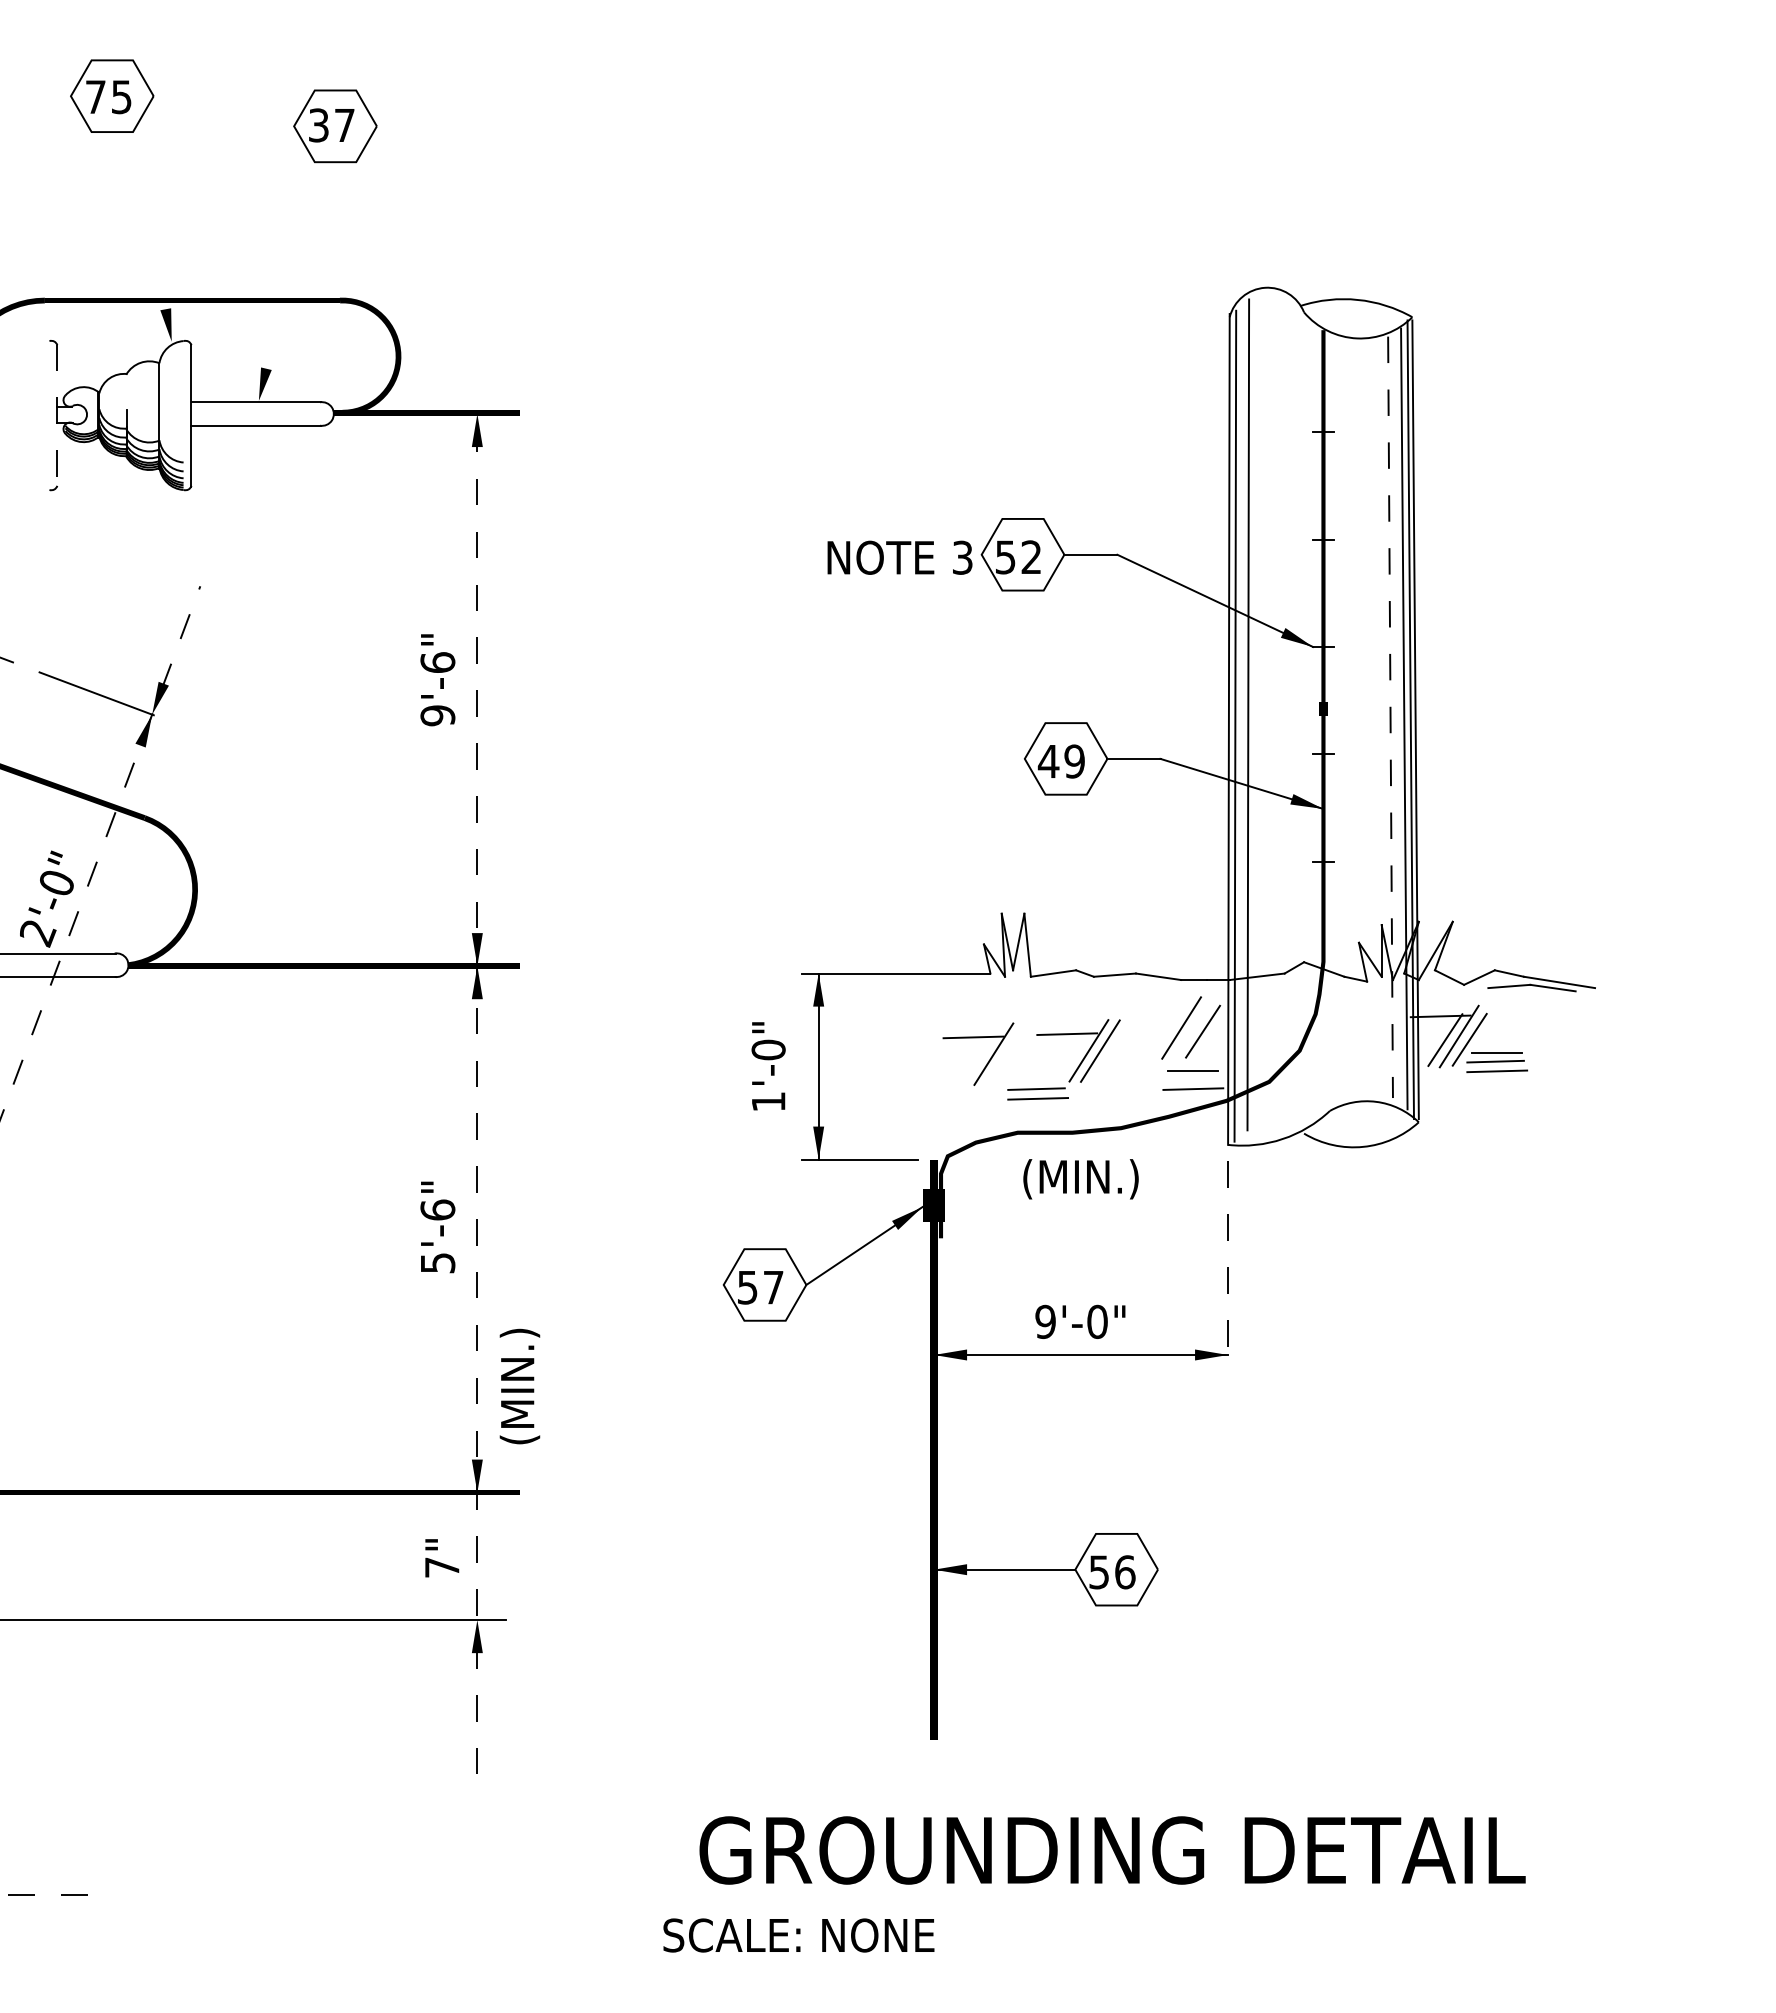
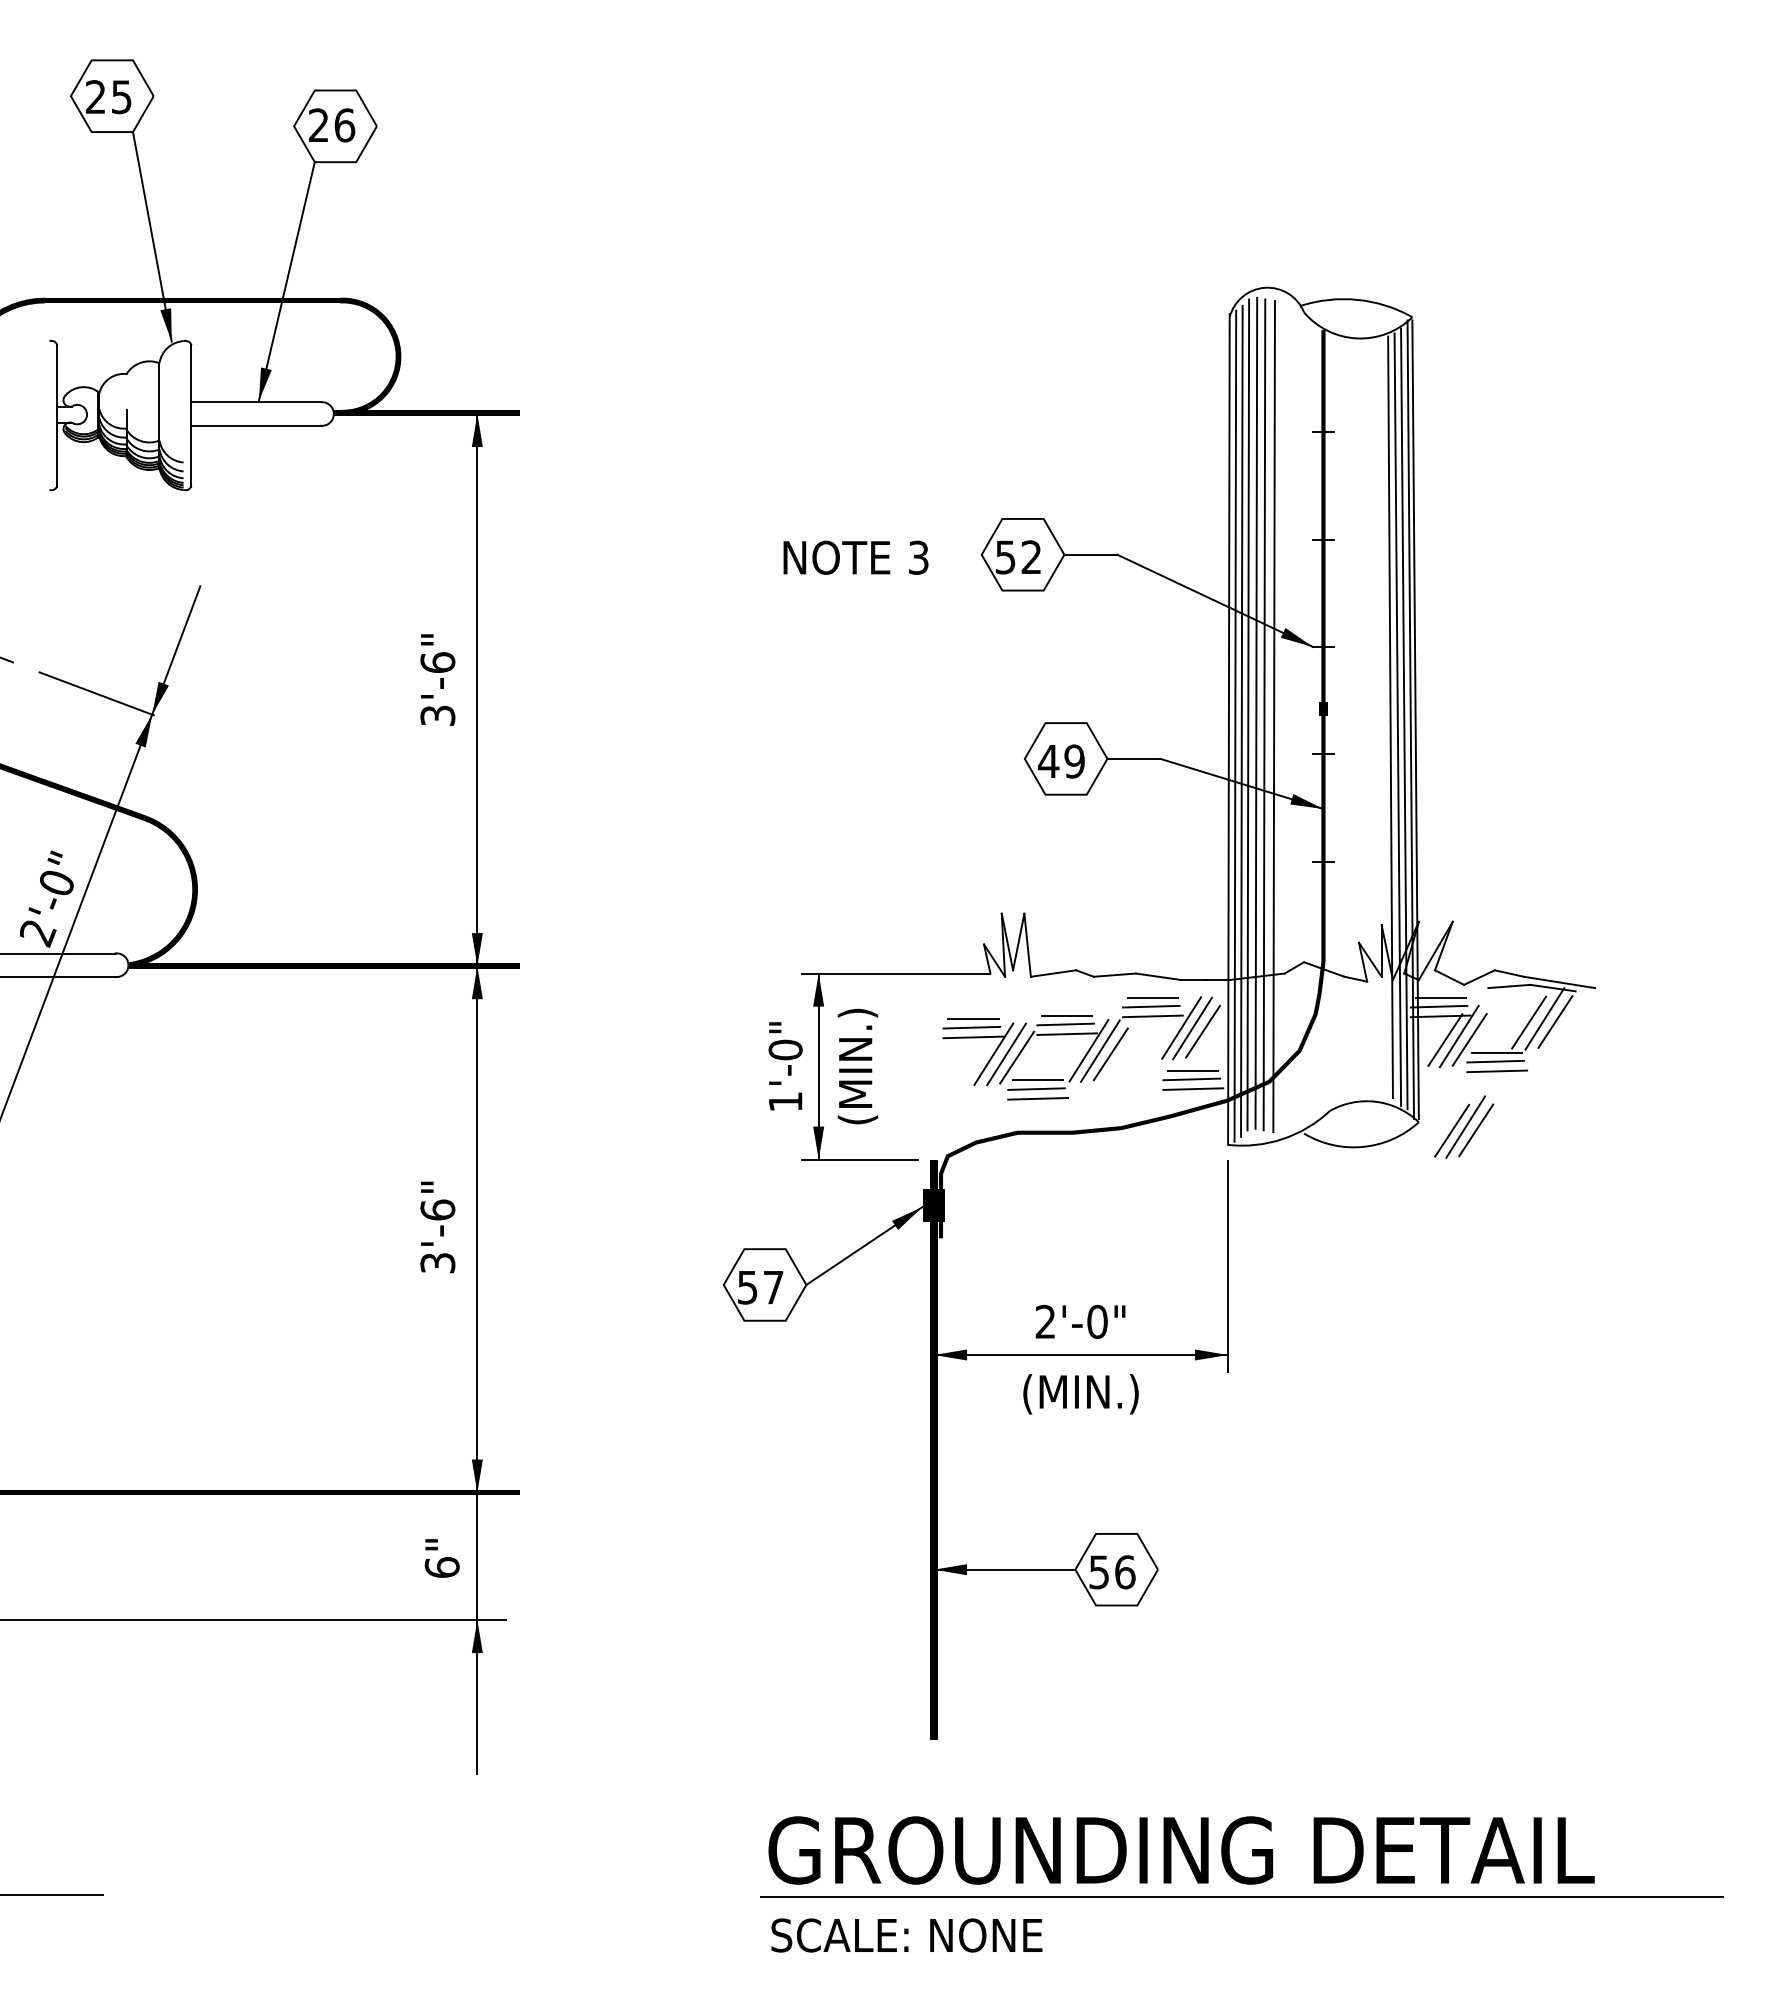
text at (95, 96): 75 -> 25
text at (332, 125): 37 -> 26
line at (152, 236): none -> present
line at (286, 281): none -> present
line at (57, 415): dashed -> solid
text at (899, 557) position: (899, 557) -> (855, 557)
line at (1256, 712): none -> present
line at (1264, 714): none -> present
text at (437, 715): 9'-6" -> 3'-6"
line at (1273, 716): none -> present
line at (1390, 717): dashed -> solid
line at (1397, 719): none -> present
line at (1241, 720): none -> present
line at (100, 852): dashed -> solid
line at (1152, 997): none -> present
line at (1440, 997): none -> present
line at (1151, 1006): none -> present
line at (1438, 1006): none -> present
line at (1067, 1015): none -> present
line at (1152, 1016): none -> present
line at (973, 1018): none -> present
line at (1544, 1018): none -> present
line at (1555, 1021): none -> present
line at (1529, 1022): none -> present
line at (1065, 1024): none -> present
line at (971, 1027): none -> present
line at (1192, 1028): none -> present
line at (1006, 1054): none -> present
line at (1110, 1054): none -> present
line at (1017, 1057): none -> present
text at (768, 1066) position: (768, 1066) -> (785, 1066)
line at (1191, 1079): none -> present
line at (1038, 1080): none -> present
line at (477, 1093): dashed -> solid
line at (1465, 1126): none -> present
line at (1452, 1130): none -> present
line at (1476, 1130): none -> present
text at (1080, 1179) position: (1080, 1179) -> (1080, 1394)
text at (437, 1262): 5'-6" -> 3'-6"
line at (1228, 1266): dashed -> solid
text at (1045, 1322): 9'-0" -> 2'-0"
text at (519, 1386) position: (519, 1386) -> (857, 1066)
text at (441, 1567): 7" -> 6"
text at (1112, 1850) position: (1112, 1850) -> (1181, 1850)
line at (51, 1894): dashed -> solid
line at (1241, 1896): none -> present
text at (798, 1935) position: (798, 1935) -> (906, 1935)
